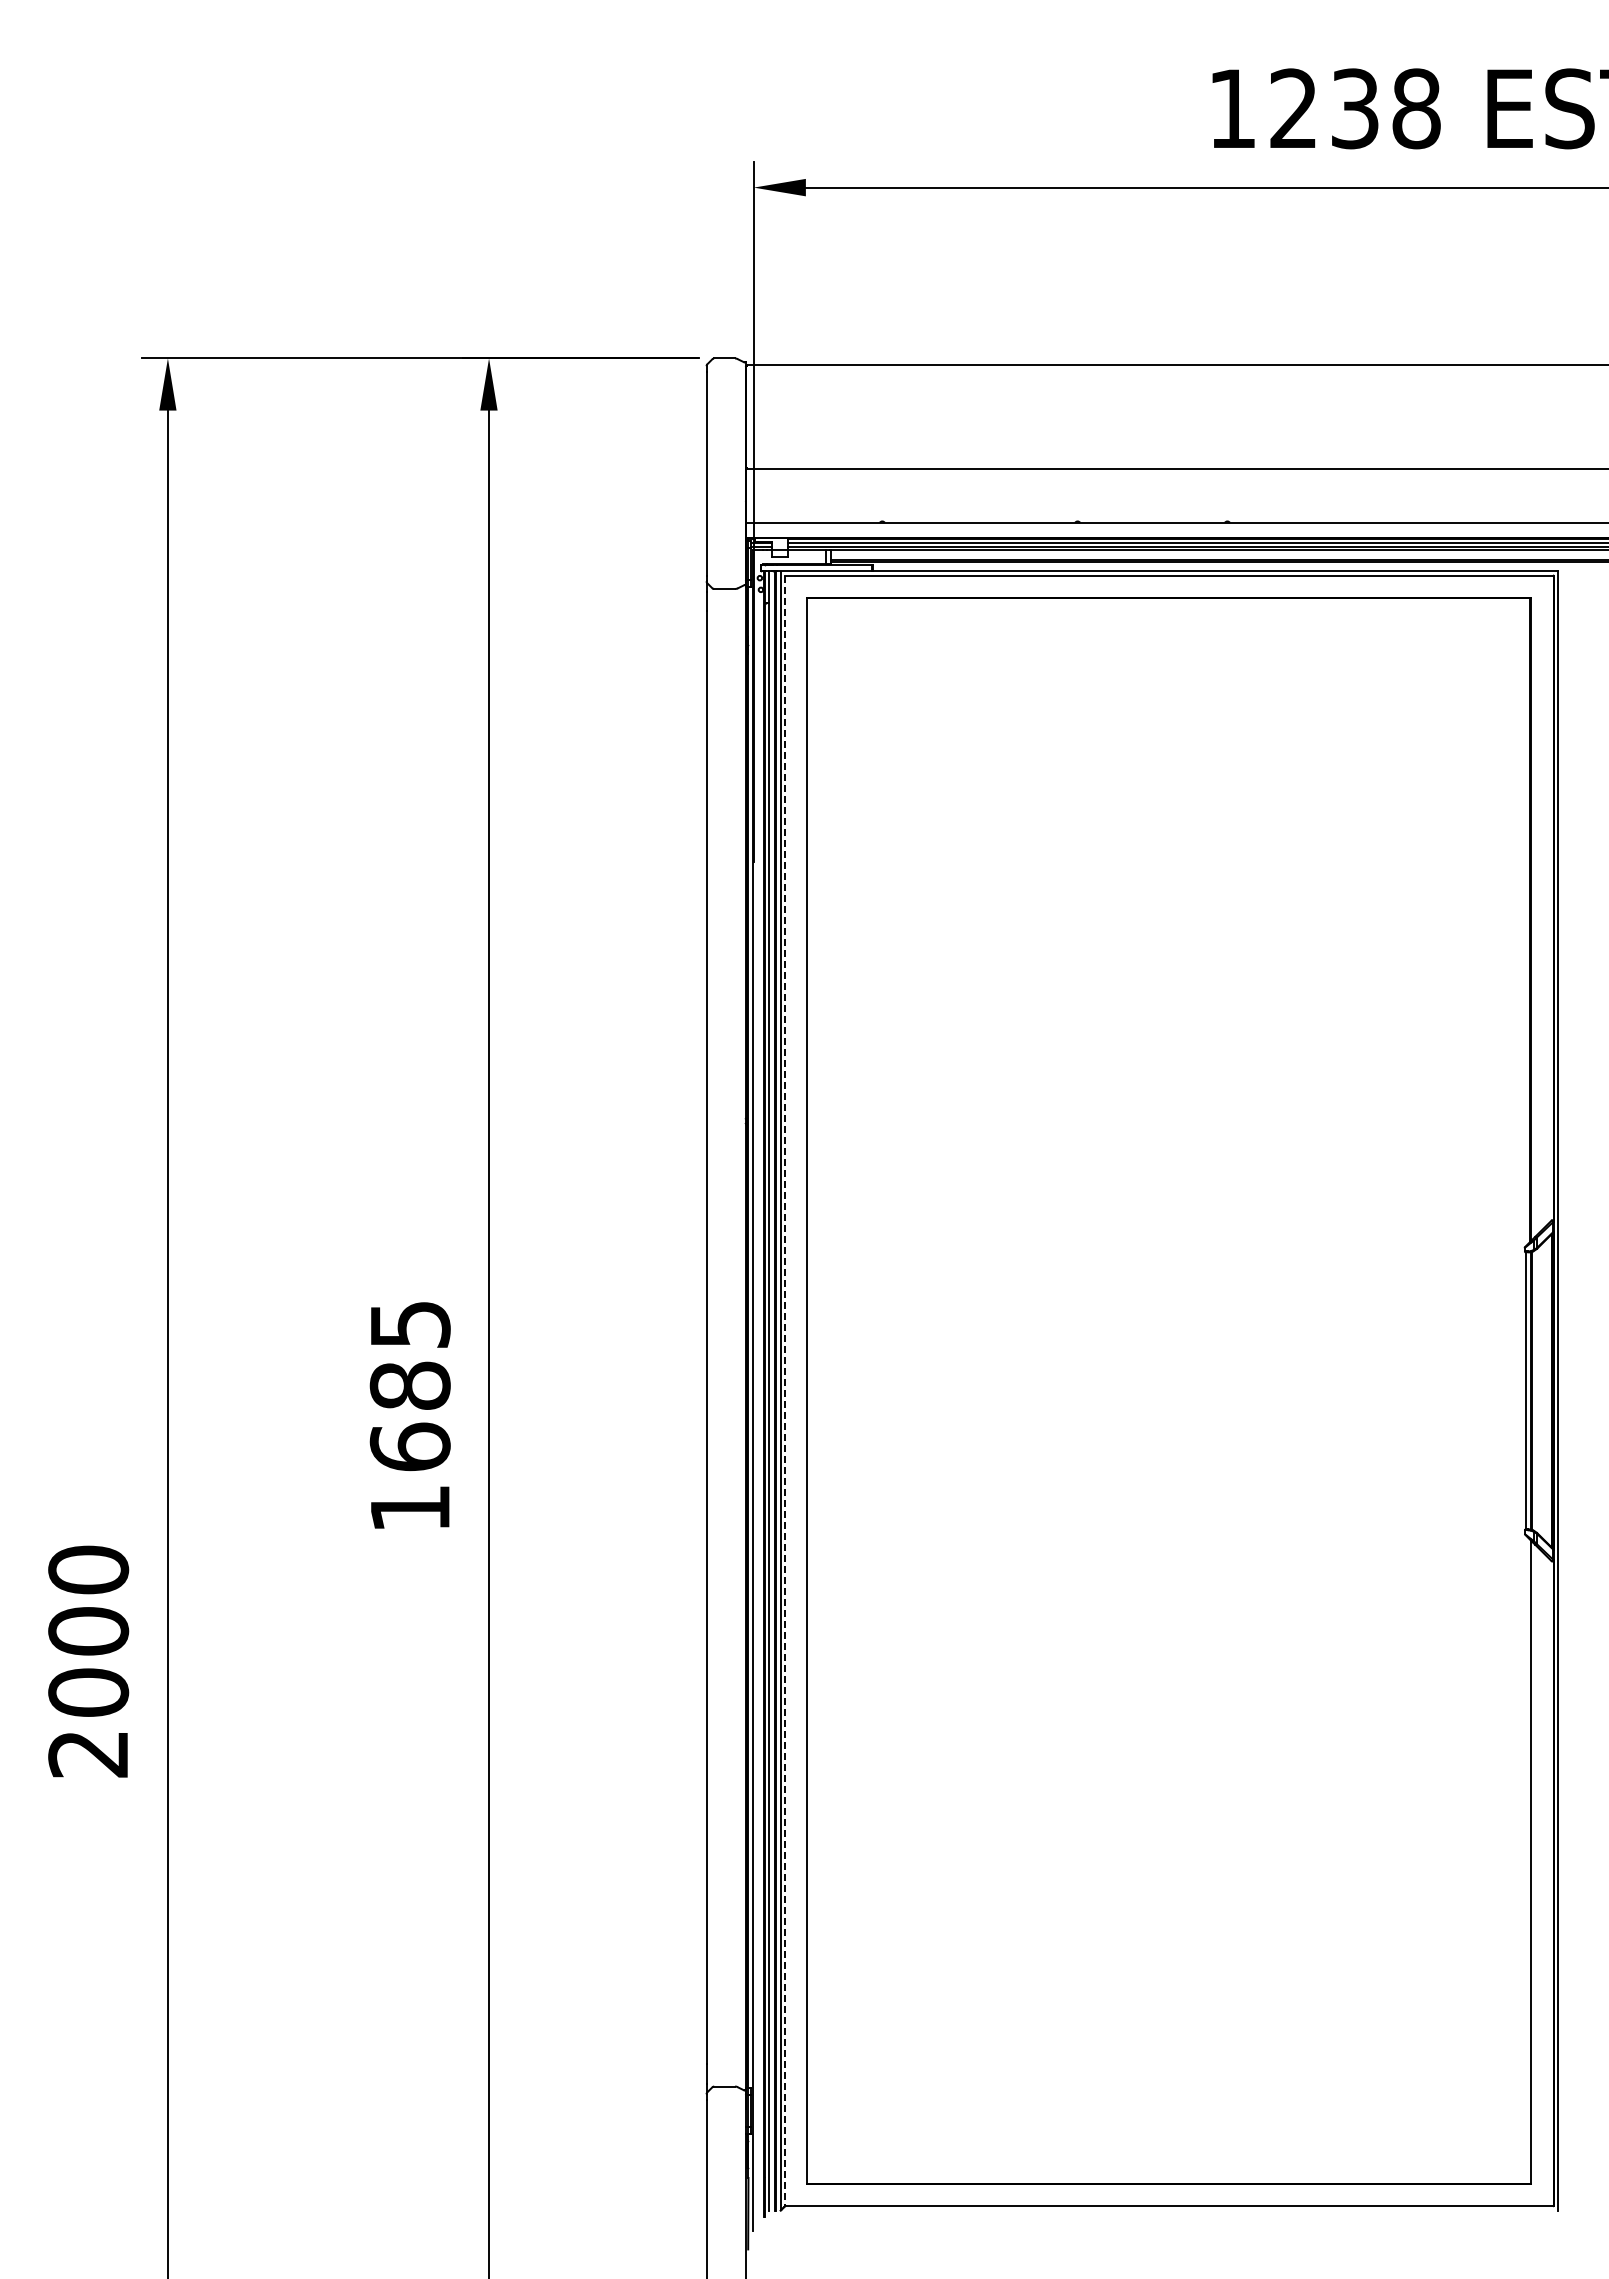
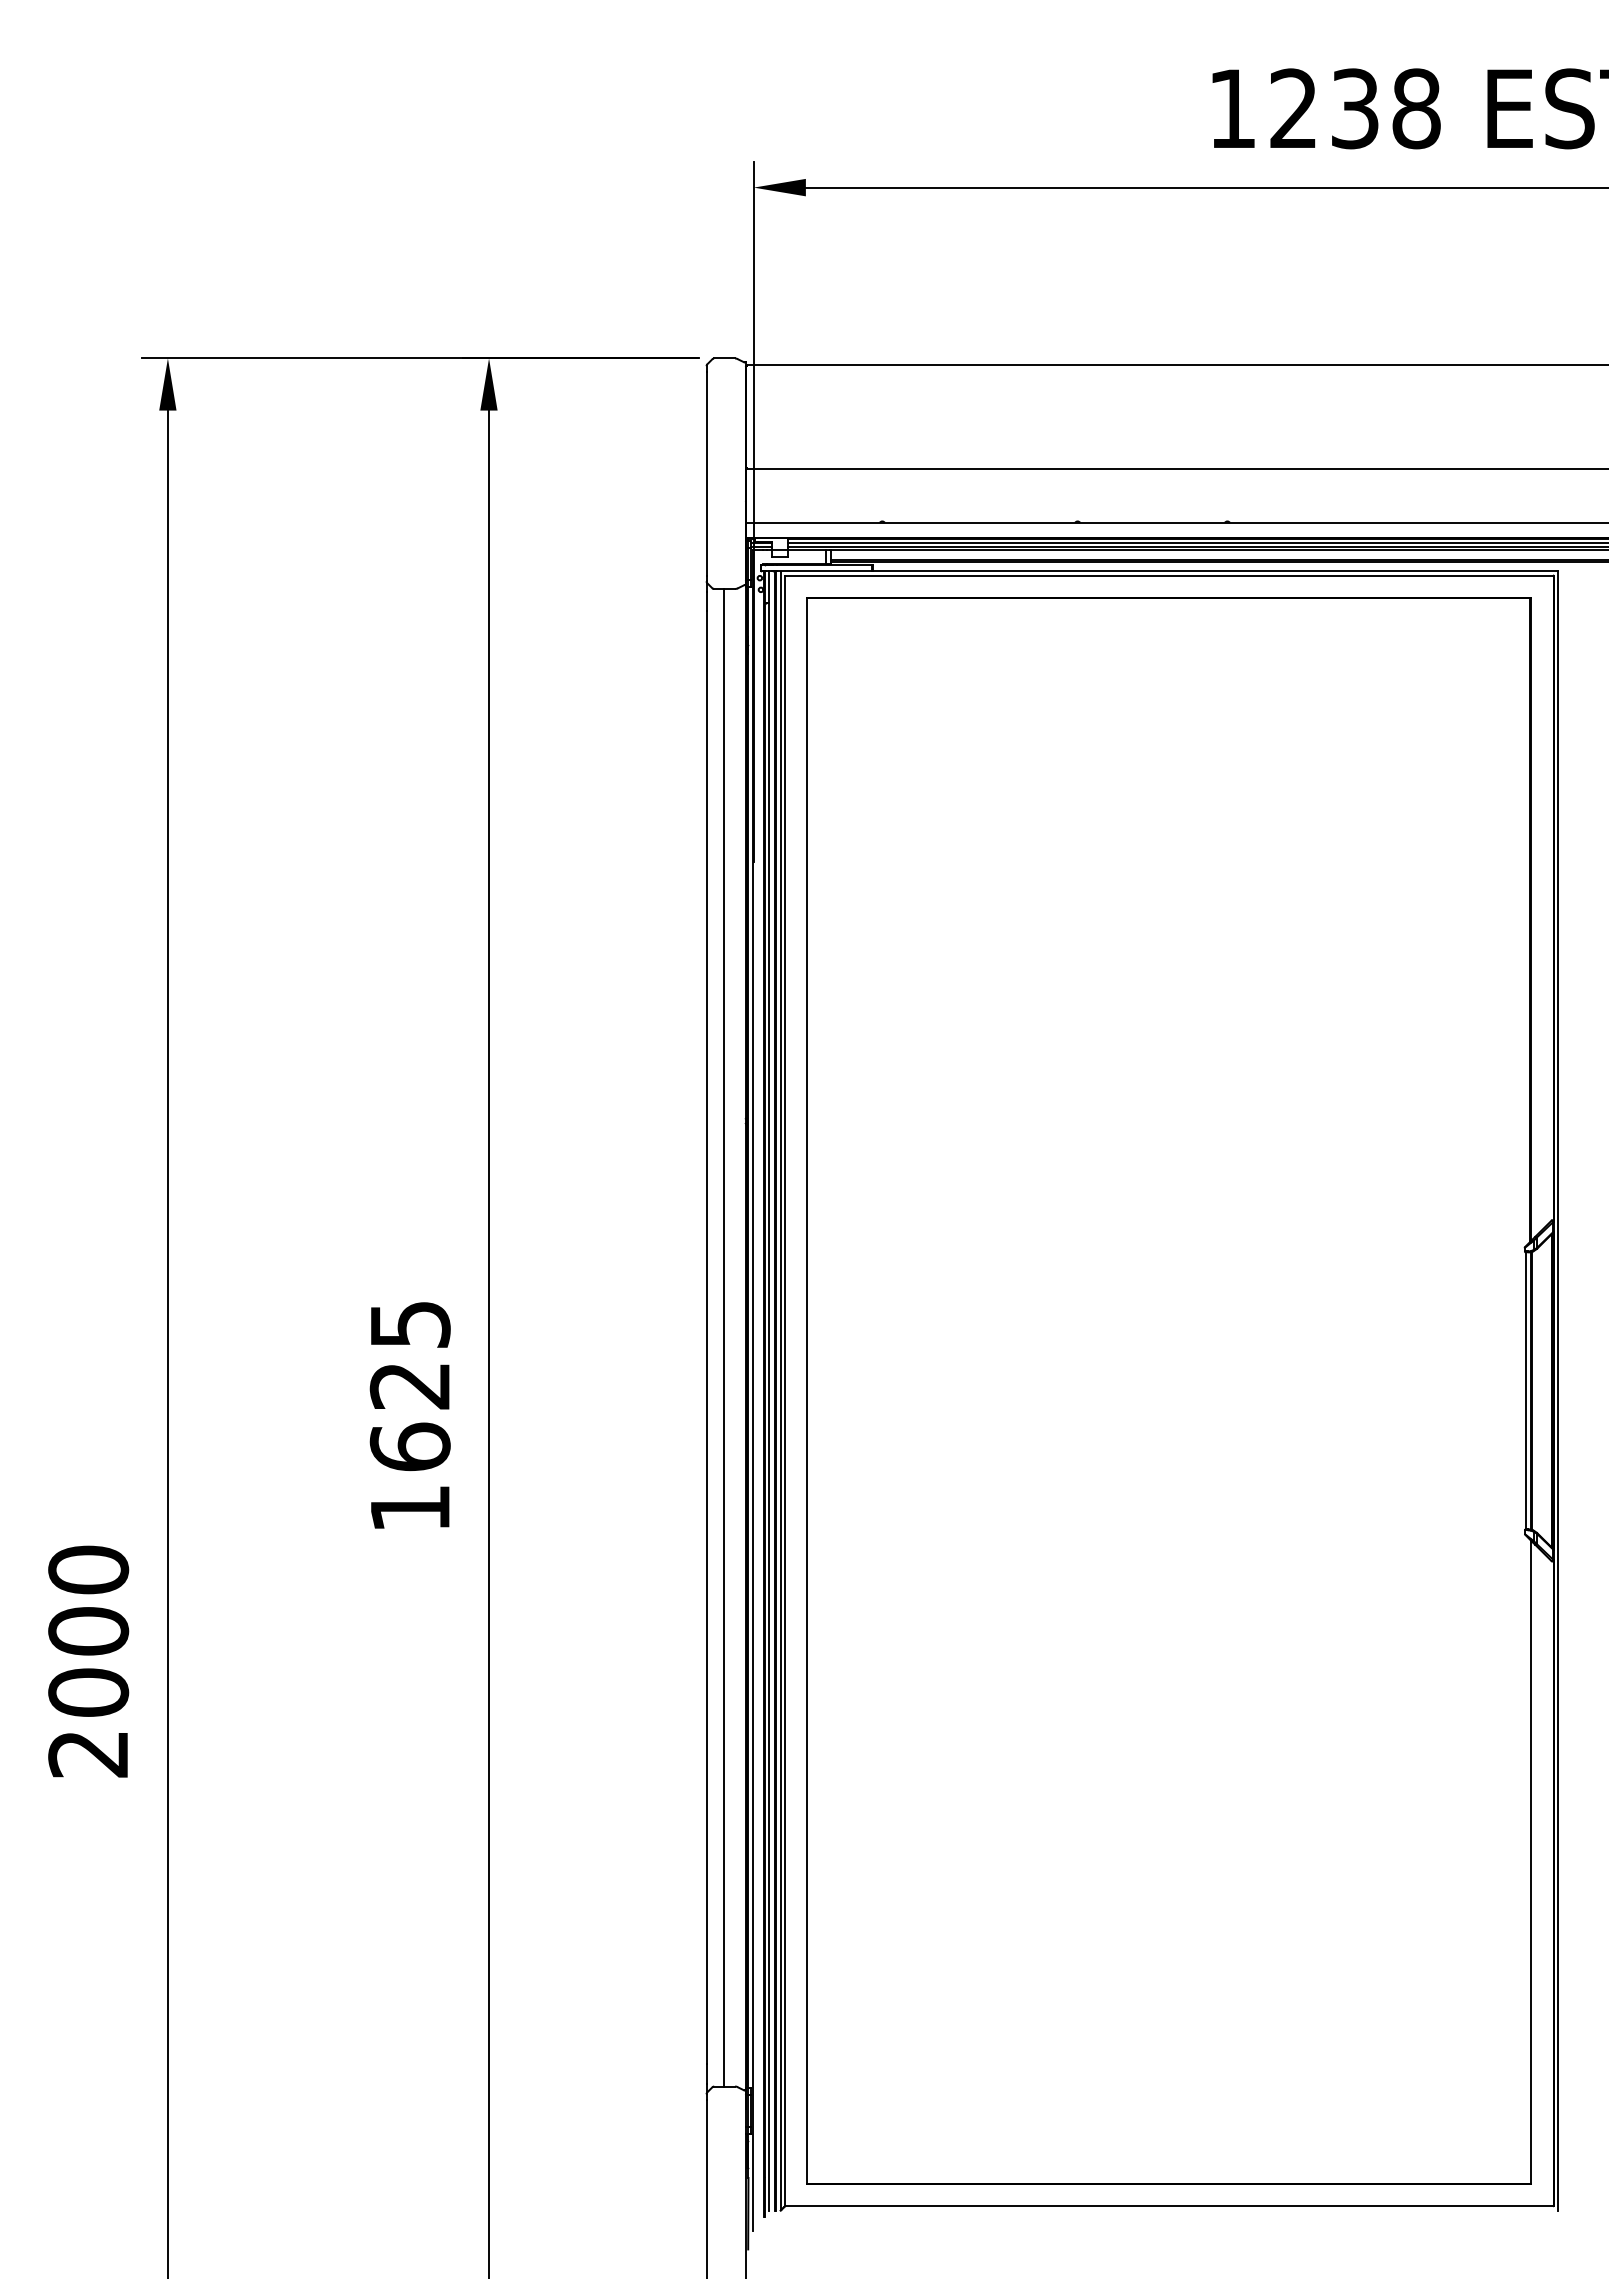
line at (724, 1337): none -> present
text at (409, 1385): 1685 -> 1625
line at (785, 1391): dashed -> solid
